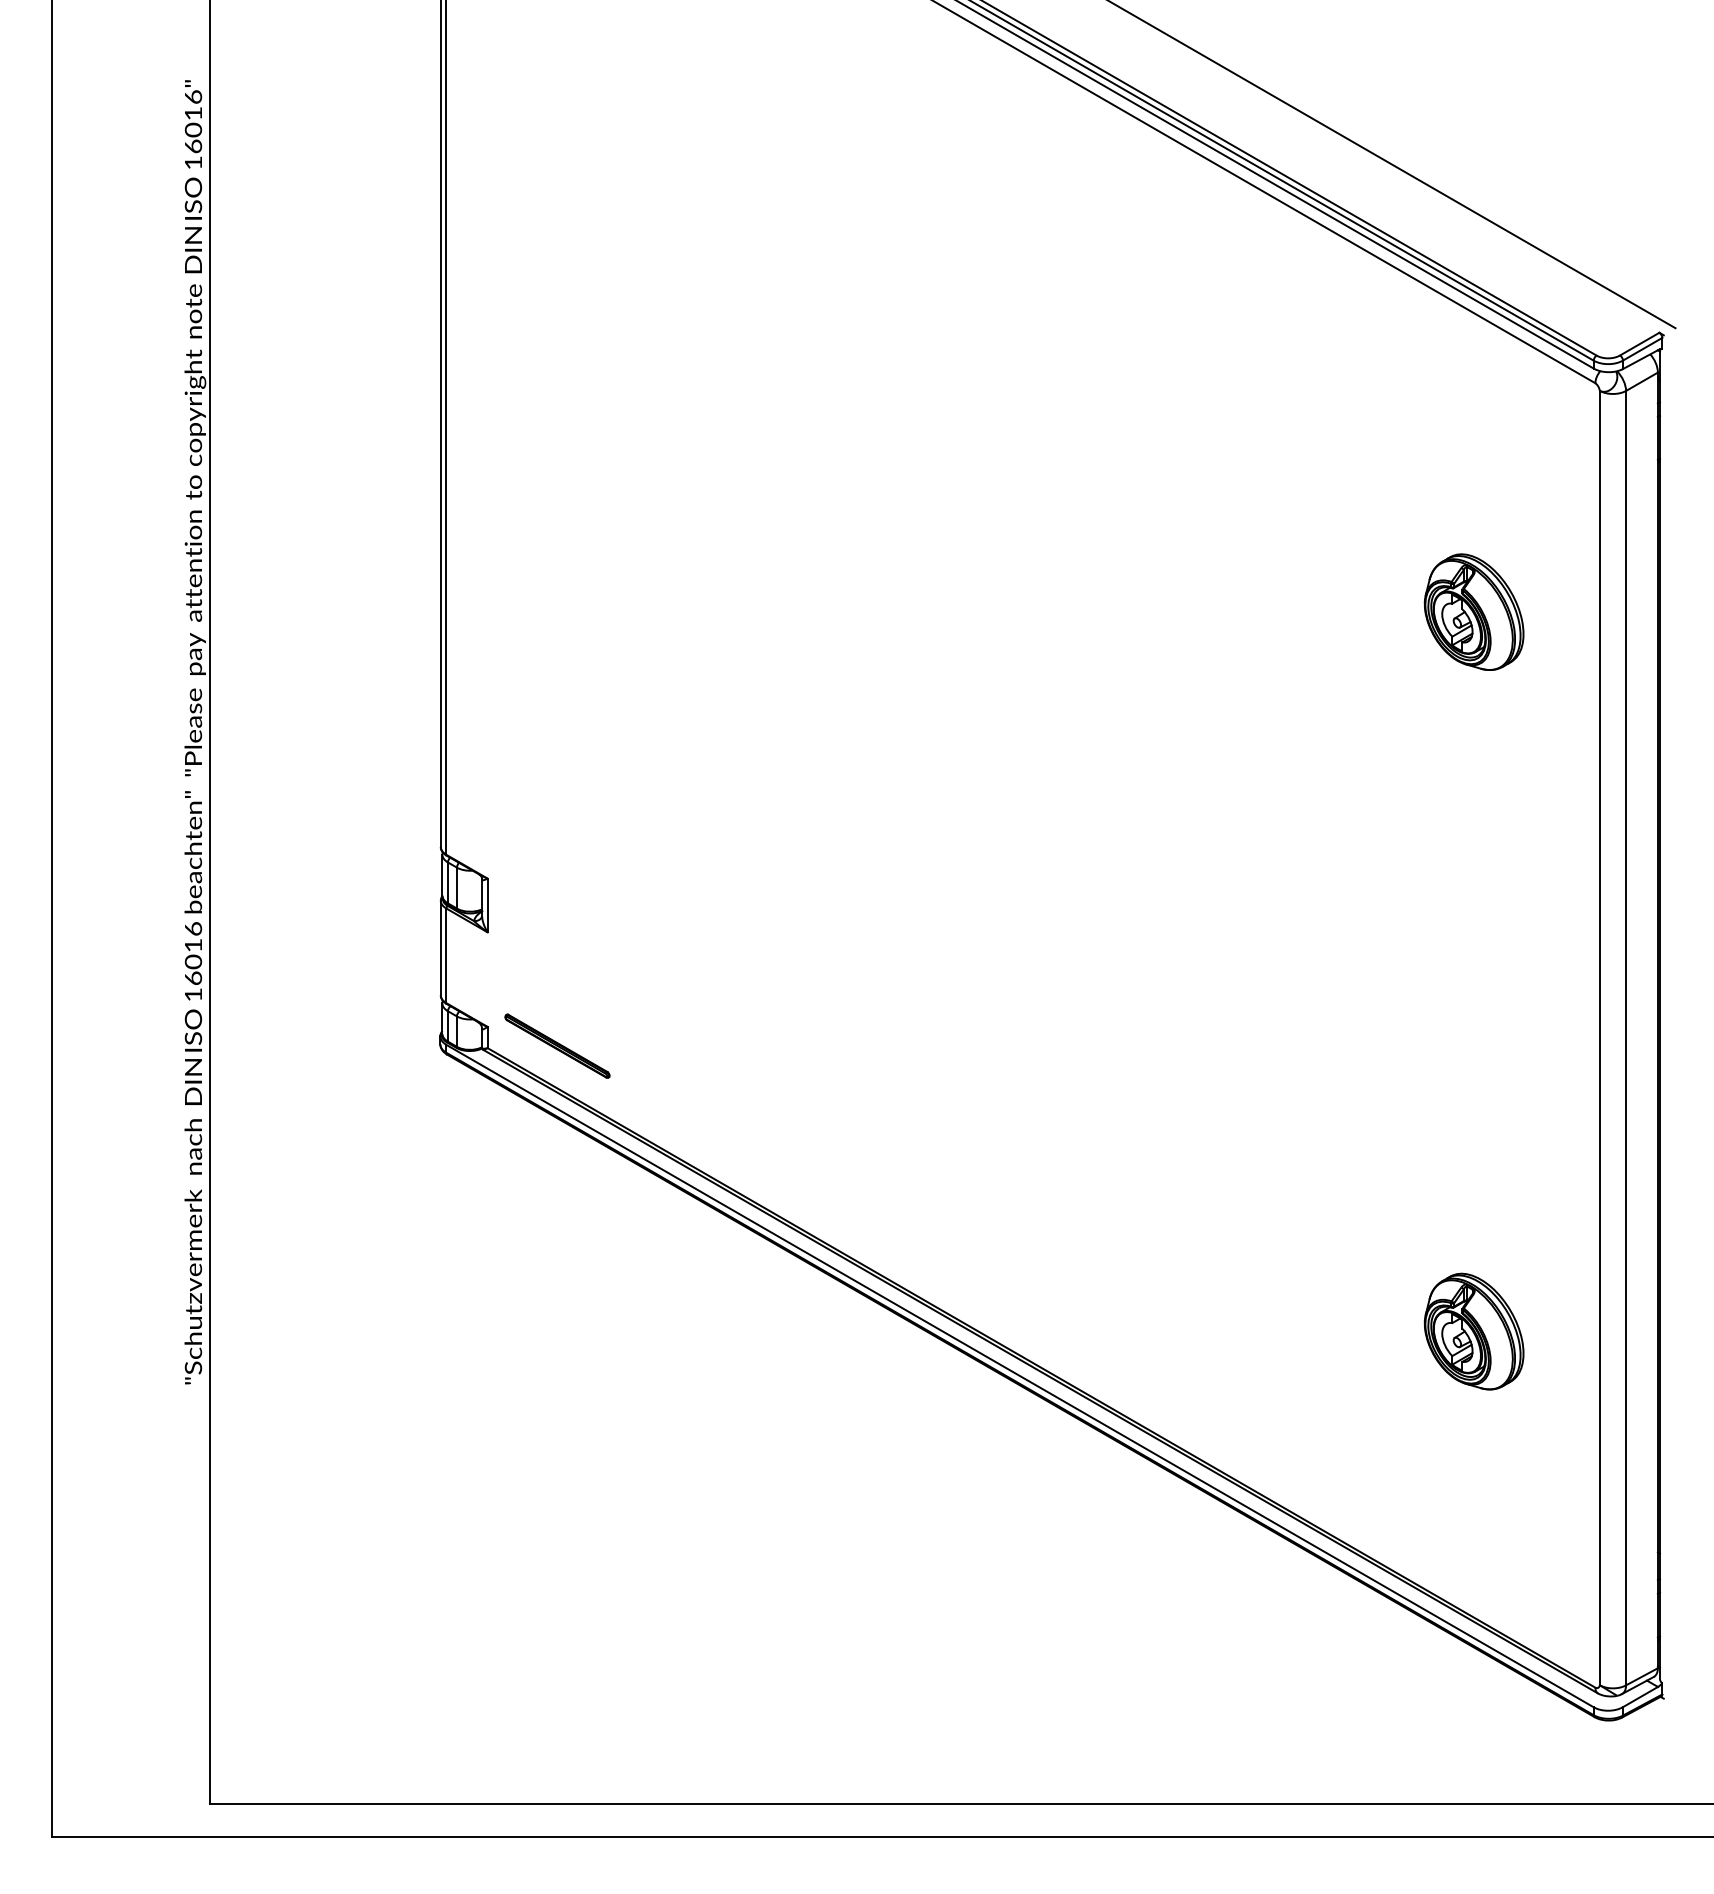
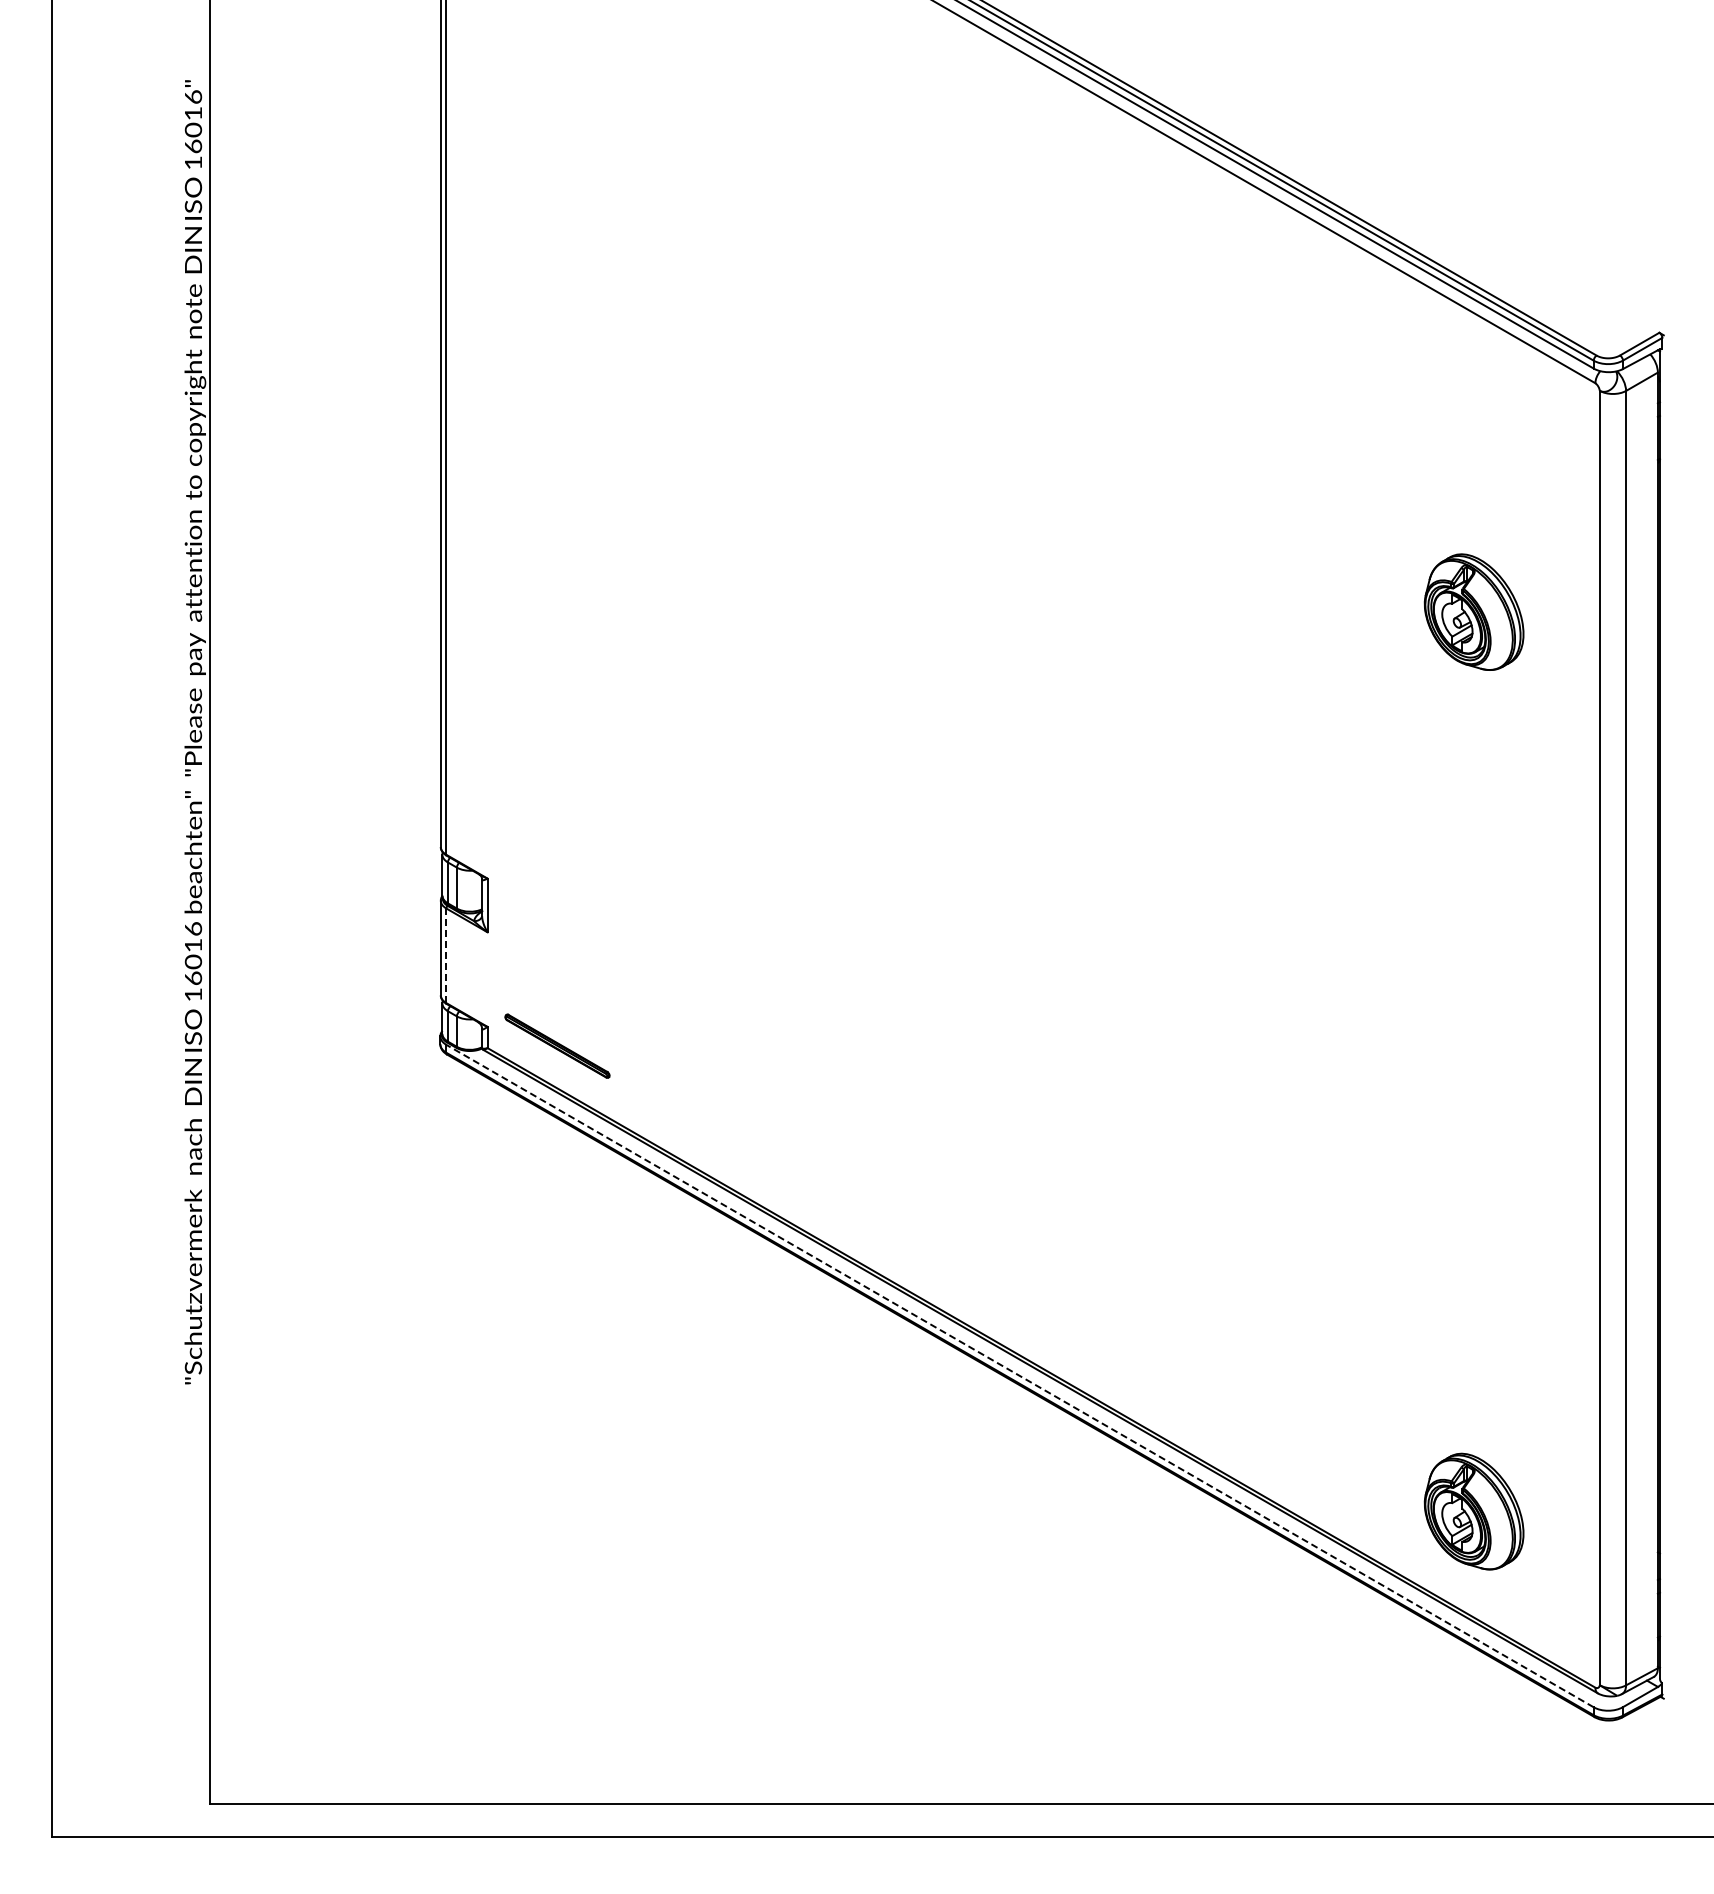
line at (1392, 165): present -> none
line at (446, 956): solid -> dashed
part at (1473, 1331) position: (1473, 1331) -> (1473, 1511)
line at (1019, 1375): solid -> dashed
